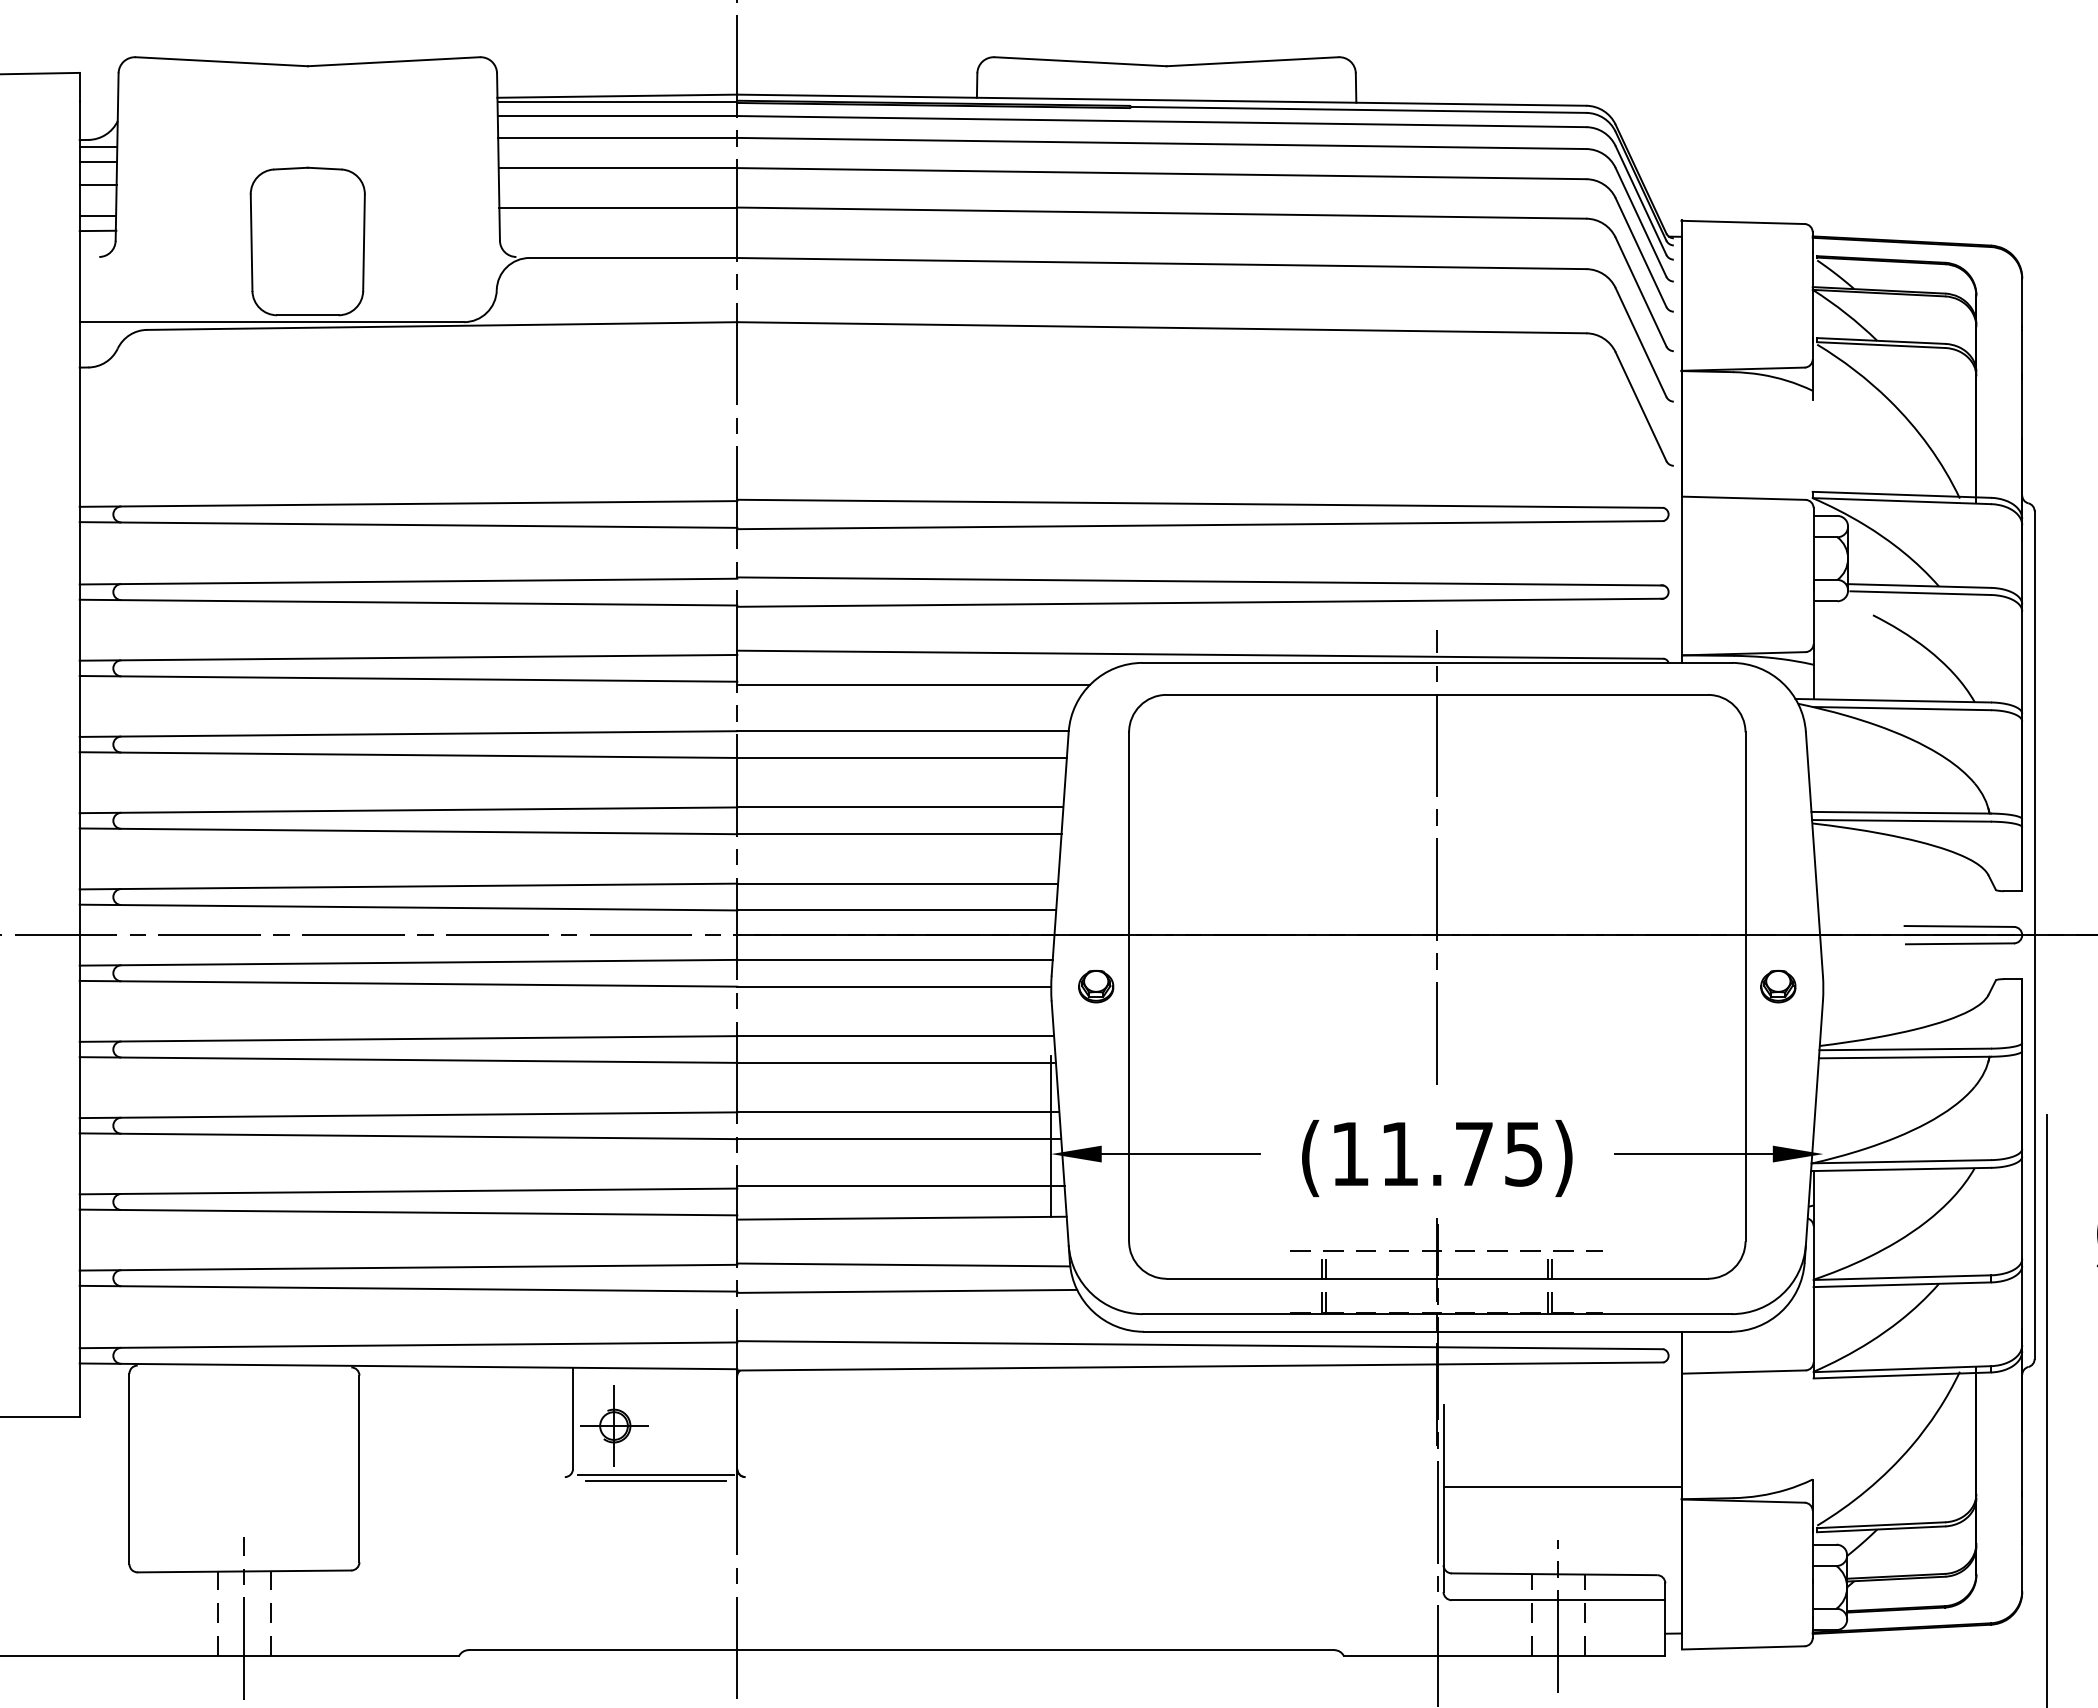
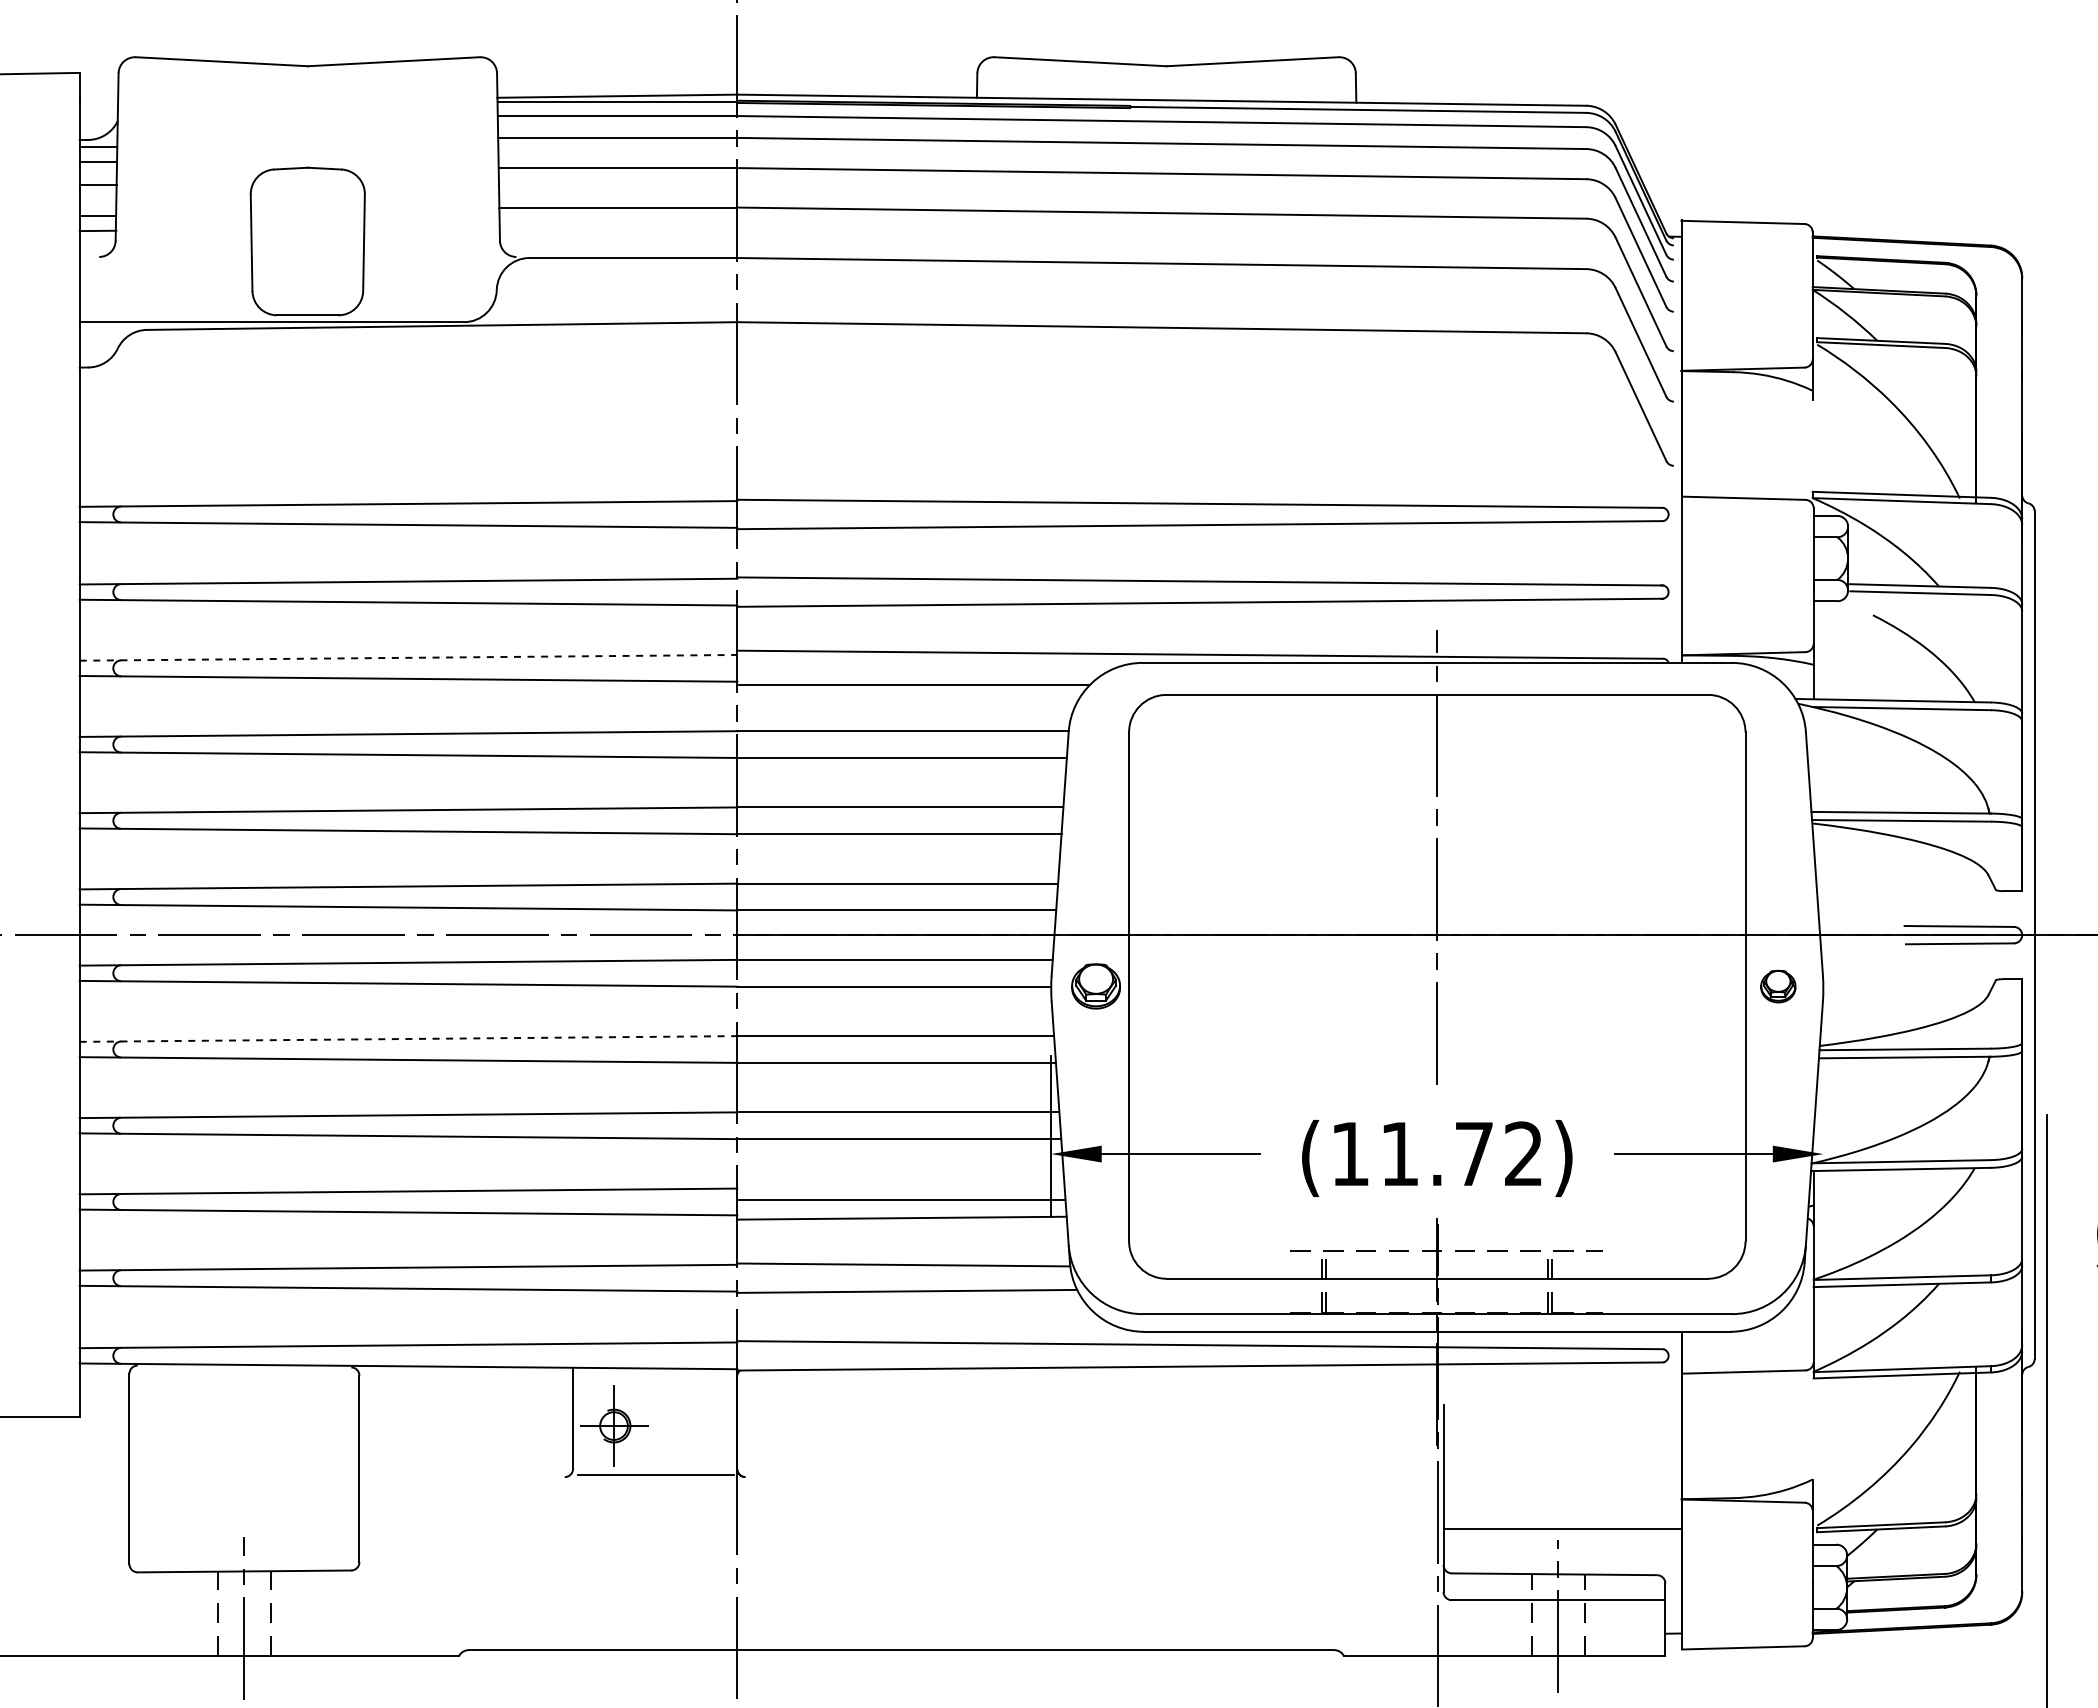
line at (408, 657): solid -> dashed
part at (1096, 986) size: 37x34 px -> 50x47 px
line at (408, 1038): solid -> dashed
text at (1523, 1153): (11.75) -> (11.72)
line at (900, 1185) position: (900, 1185) -> (900, 1199)
line at (655, 1481): present -> none
line at (1562, 1486) position: (1562, 1486) -> (1562, 1528)
